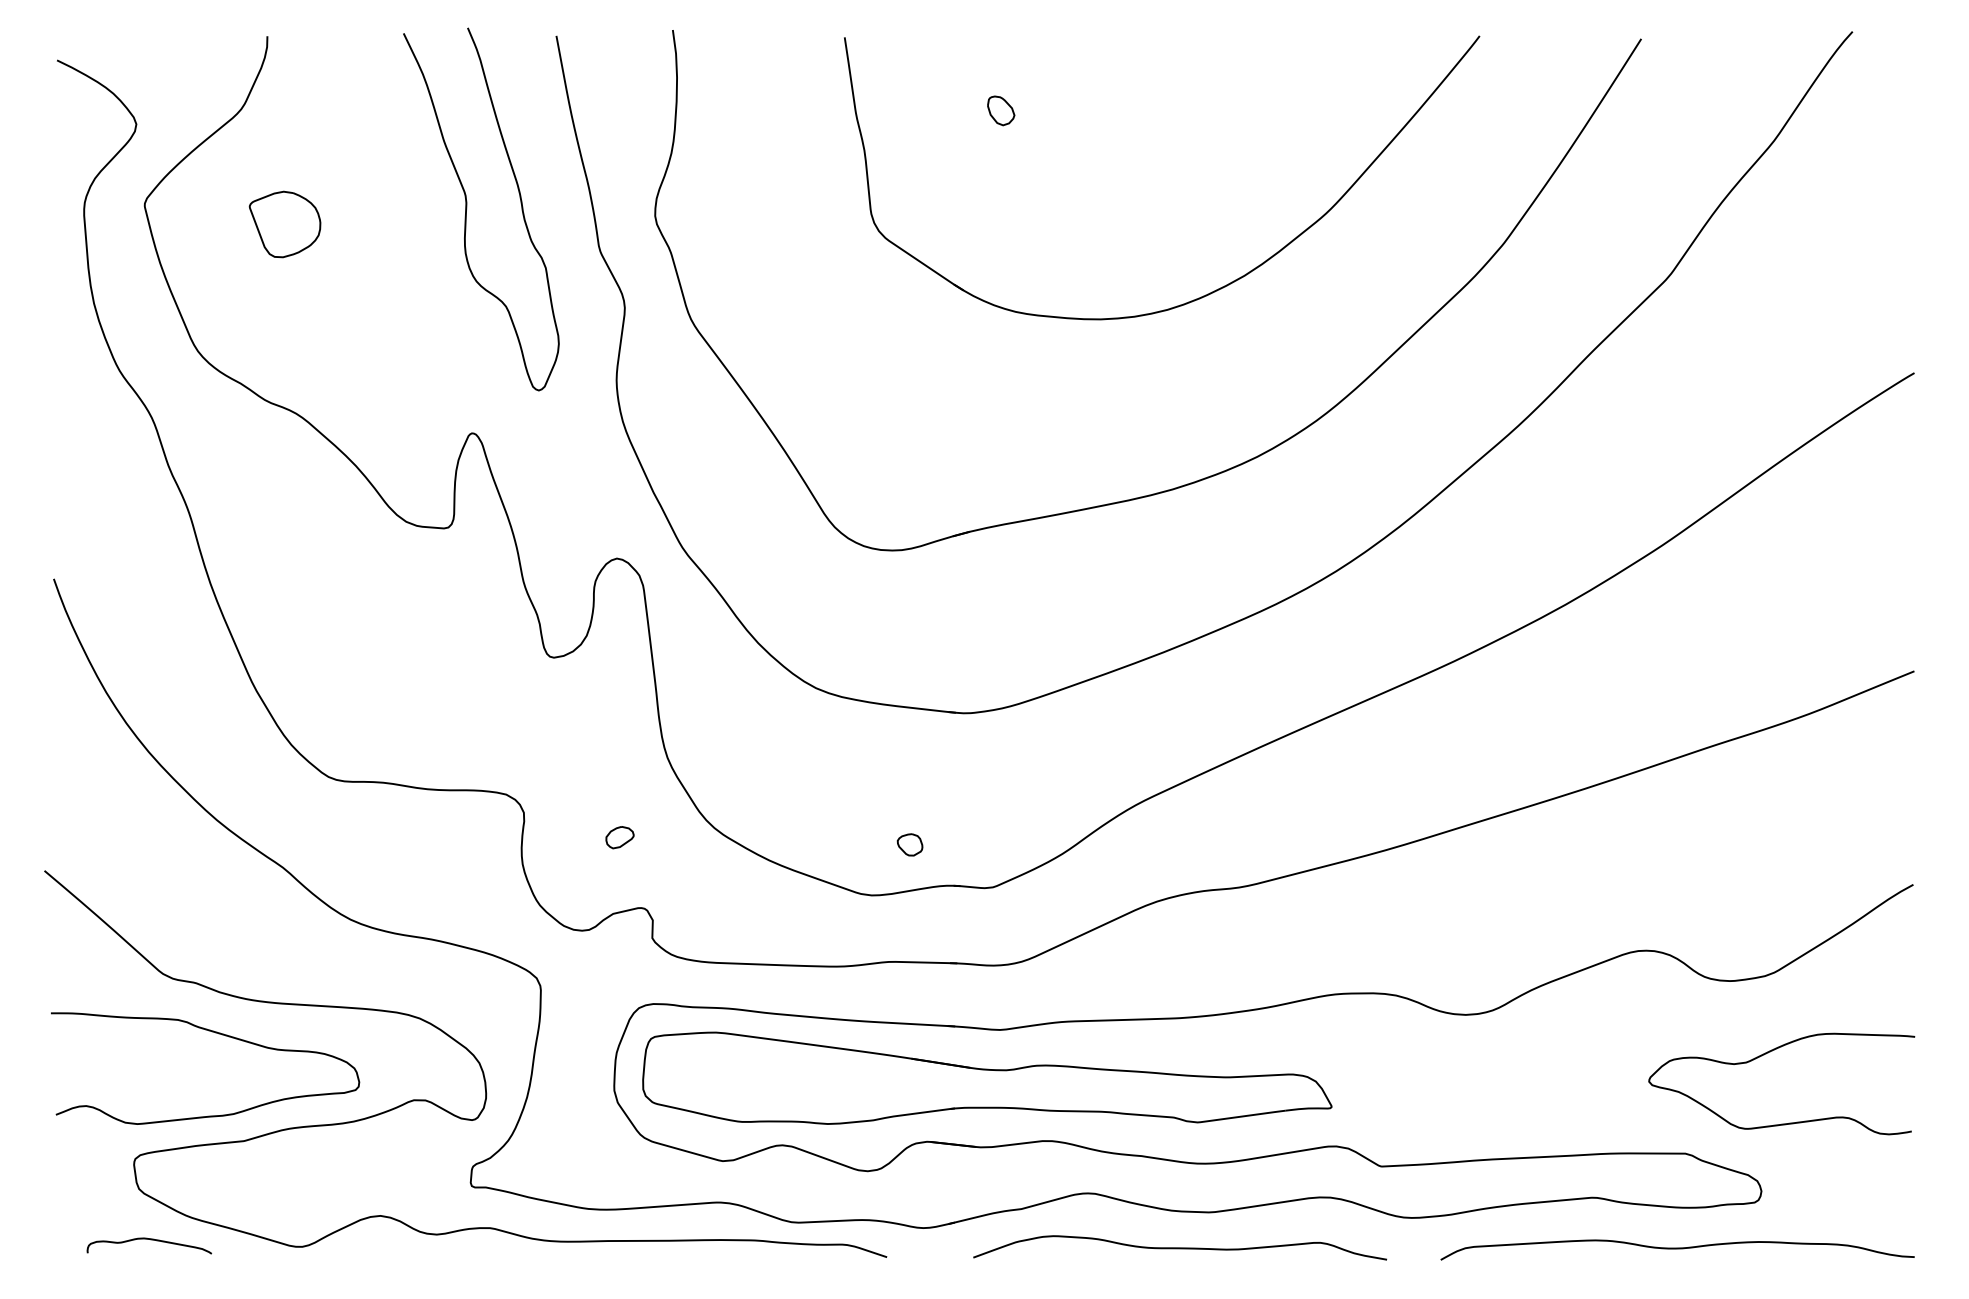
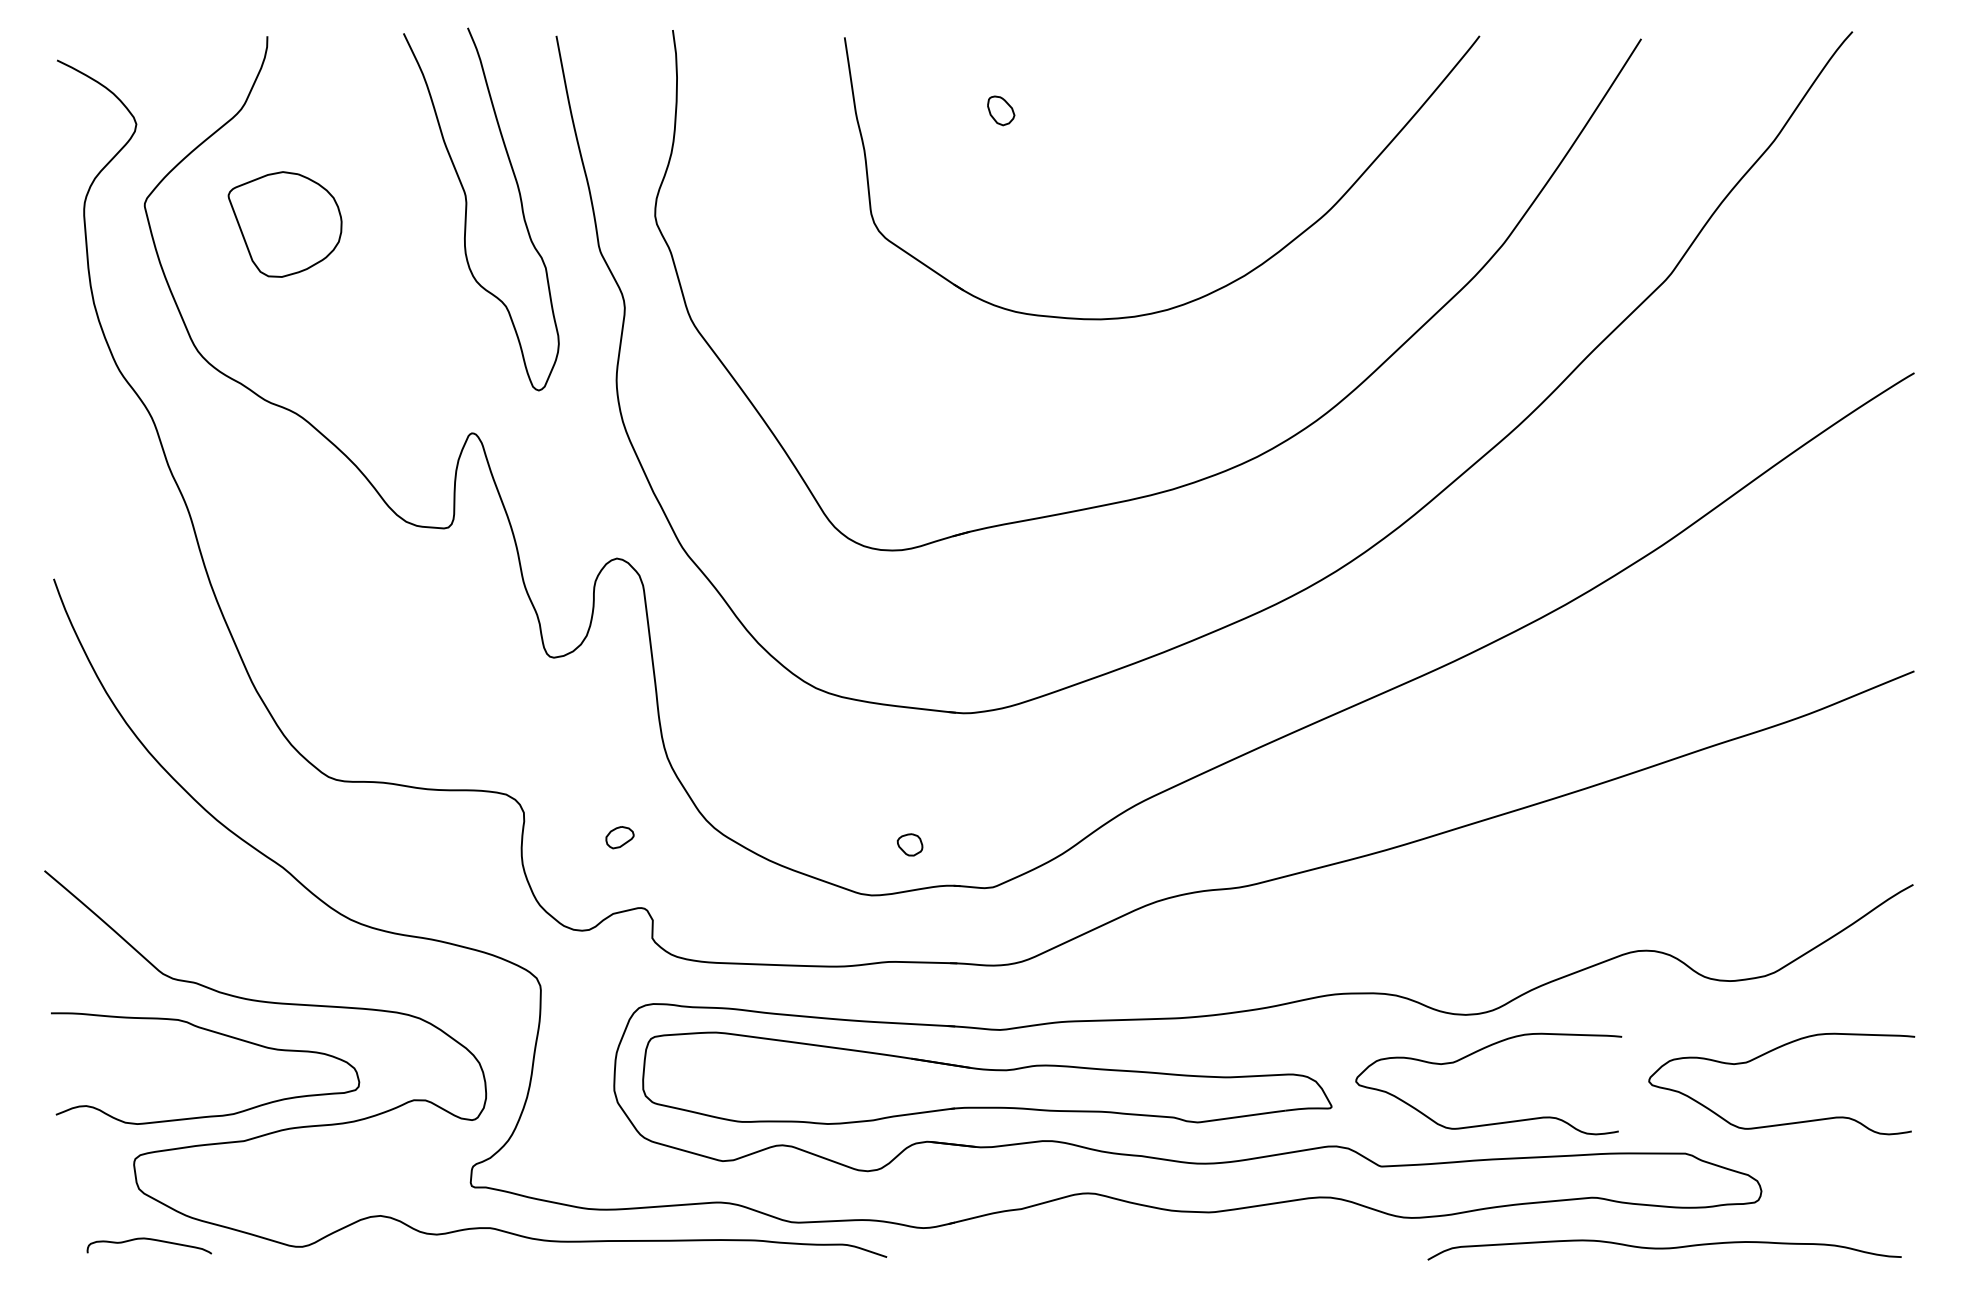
part at (284, 224) size: 74x69 px -> 116x107 px
curve at (1473, 1054): none -> present
curve at (1180, 1247): present -> none
curve at (1677, 1249) position: (1677, 1249) -> (1664, 1249)
